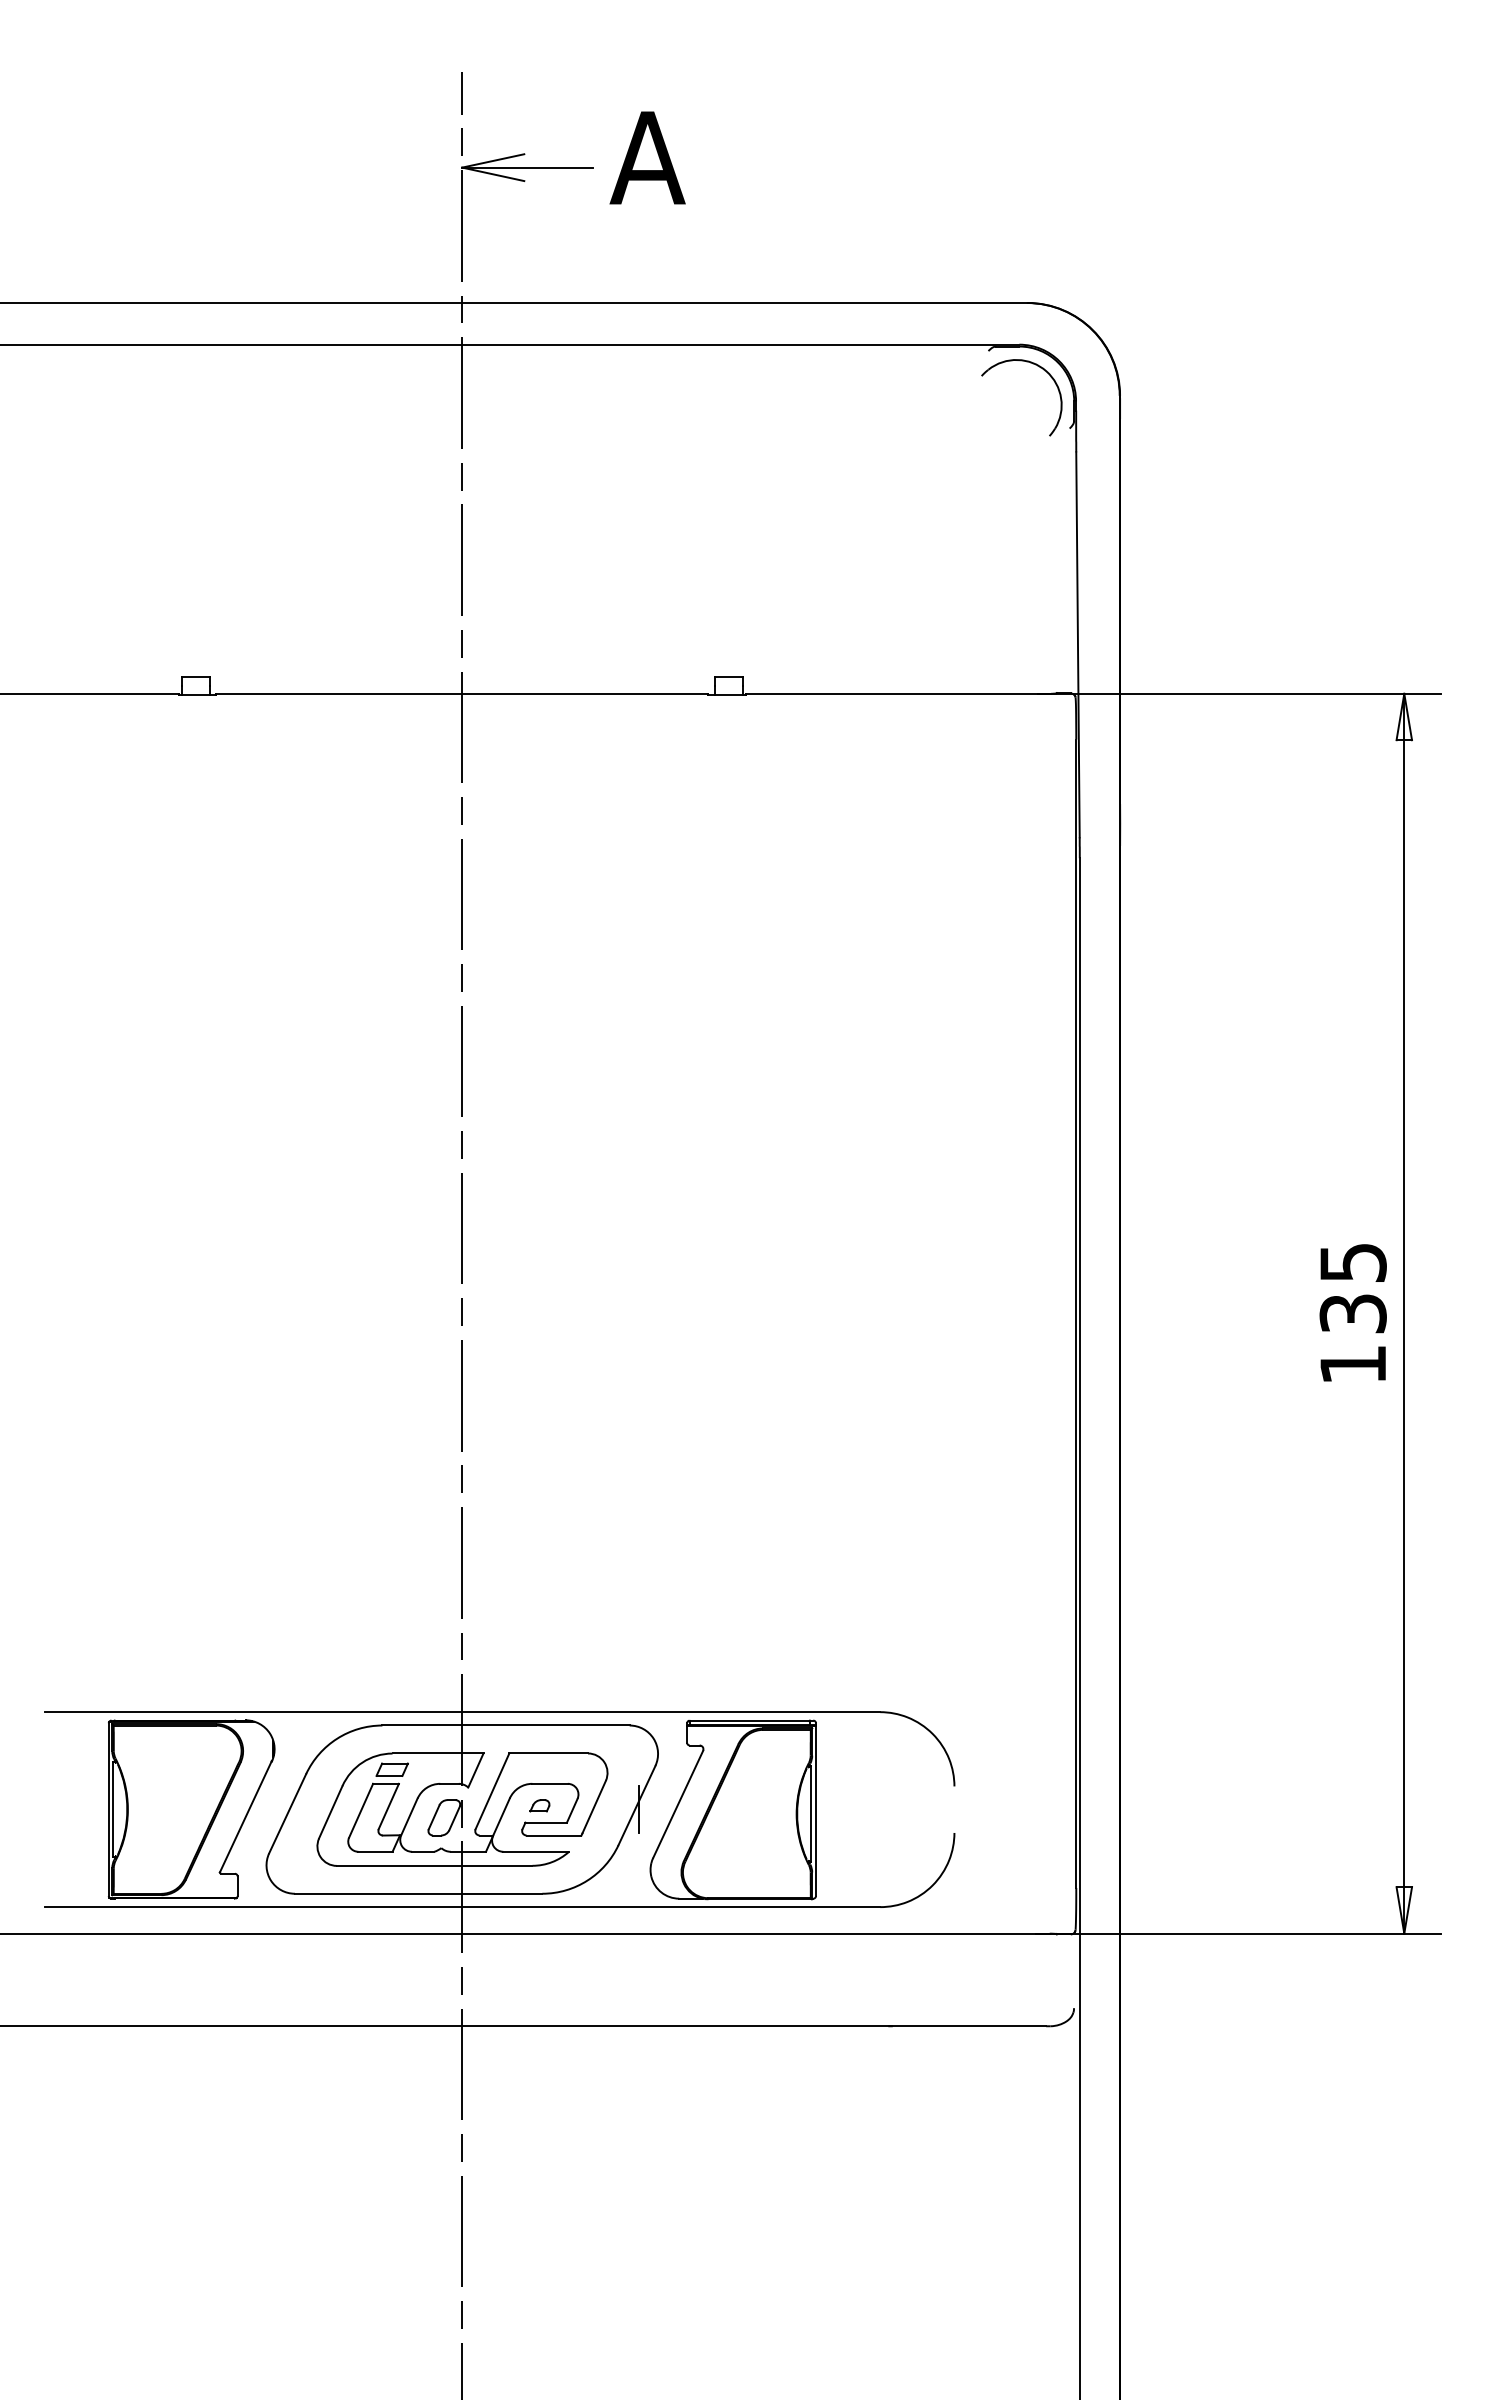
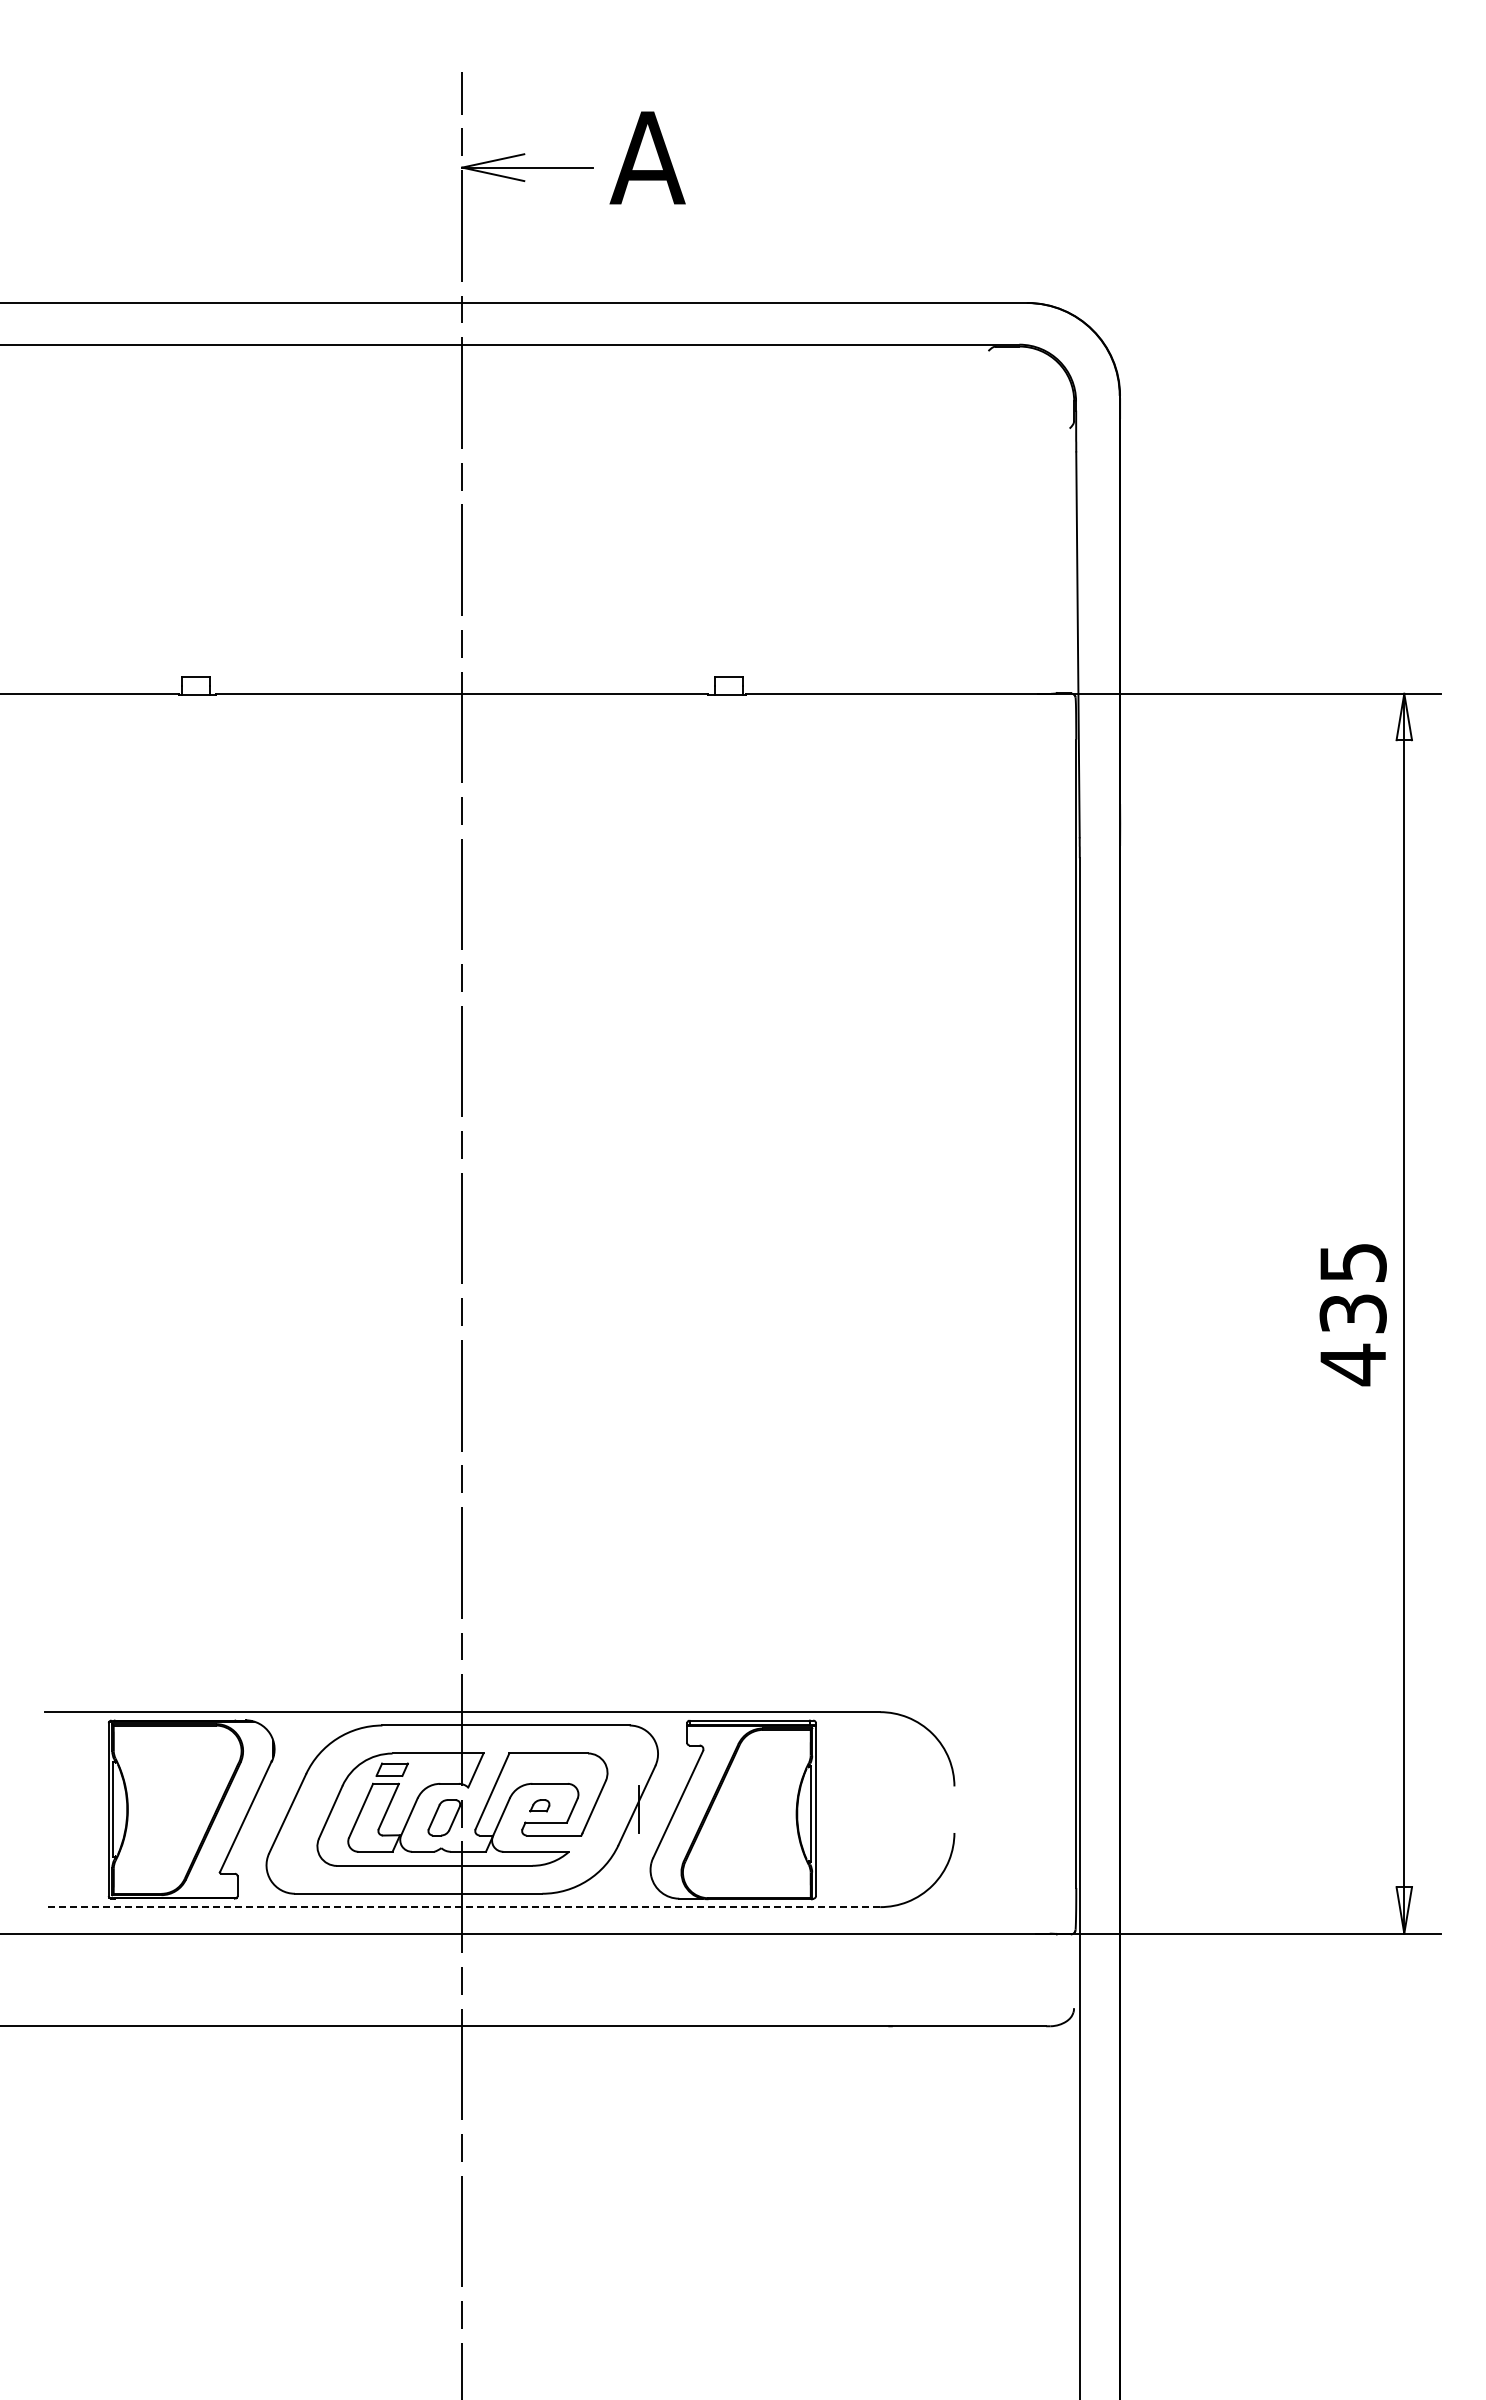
part at (1040, 368): present -> none
text at (1352, 1364): 135 -> 435
line at (462, 1907): solid -> dashed
